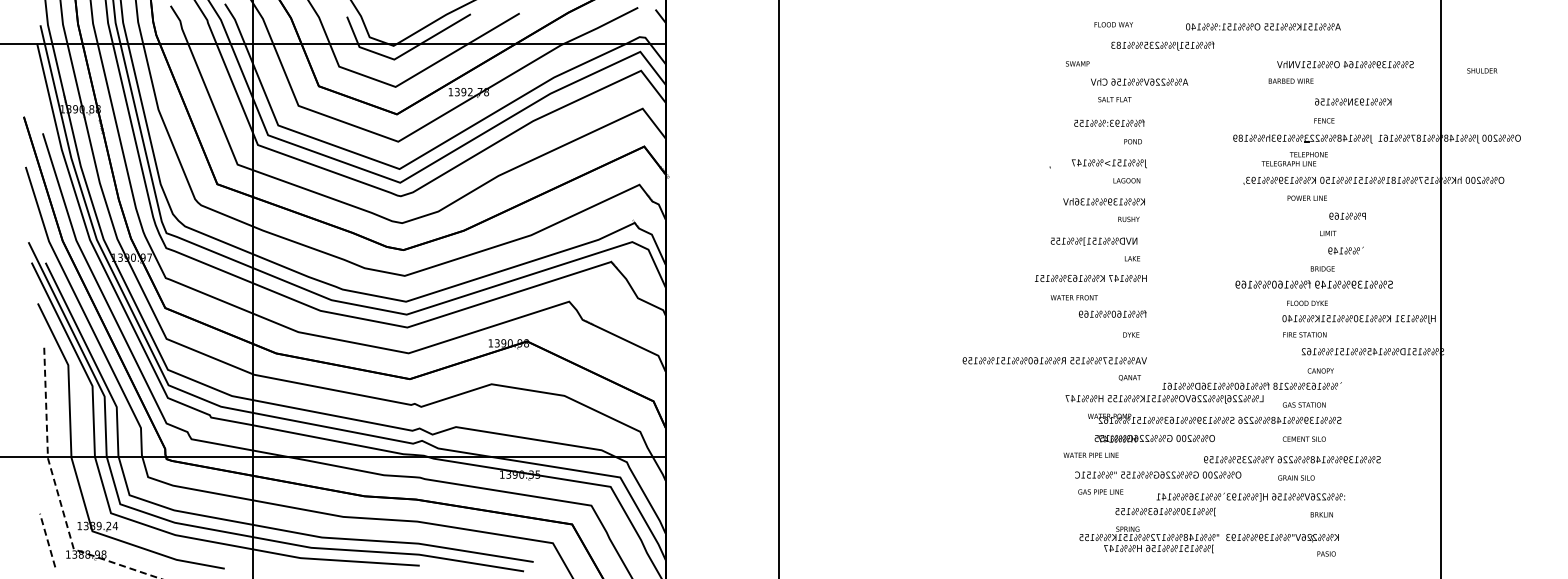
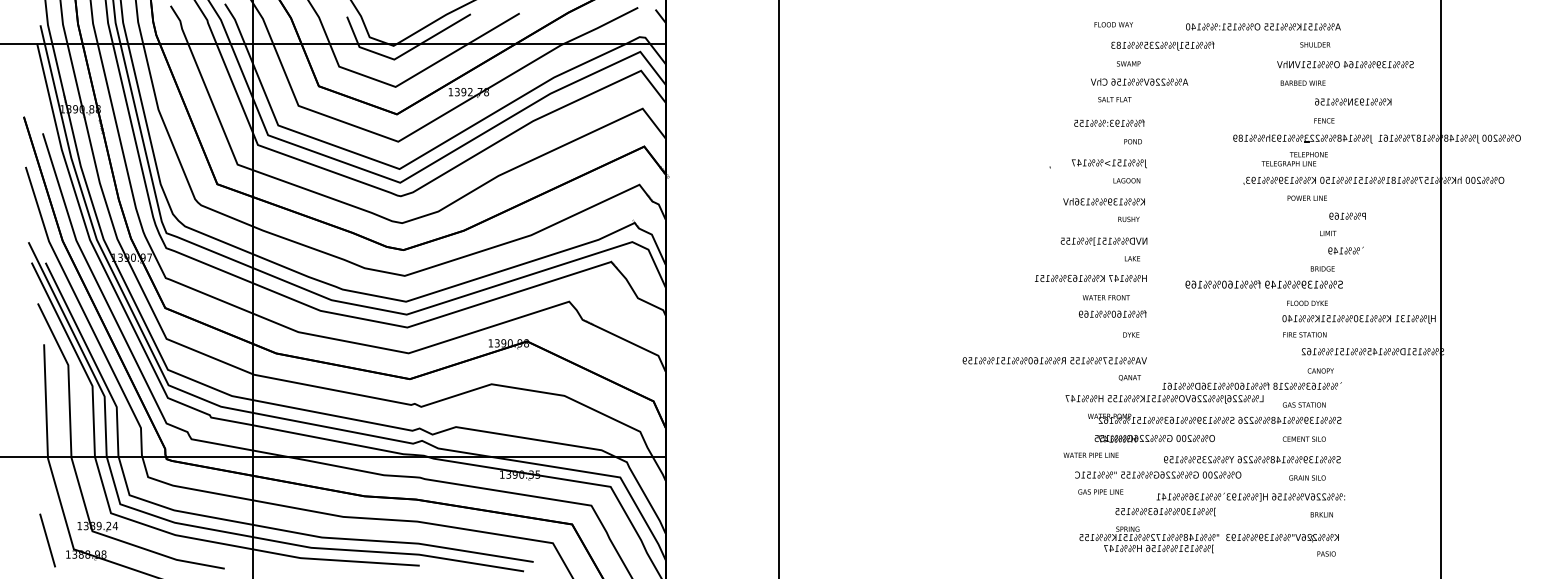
text at (1077, 63) position: (1077, 63) -> (1128, 63)
text at (1482, 70) position: (1482, 70) -> (1315, 44)
text at (1290, 80) position: (1290, 80) -> (1302, 82)
text at (1093, 241) position: (1093, 241) -> (1103, 241)
text at (1313, 284) position: (1313, 284) -> (1263, 284)
text at (1073, 297) position: (1073, 297) -> (1105, 297)
text at (1292, 459) position: (1292, 459) -> (1252, 459)
text at (1296, 477) position: (1296, 477) -> (1307, 477)
line at (57, 492): dashed -> solid
line at (47, 540): dashed -> solid
